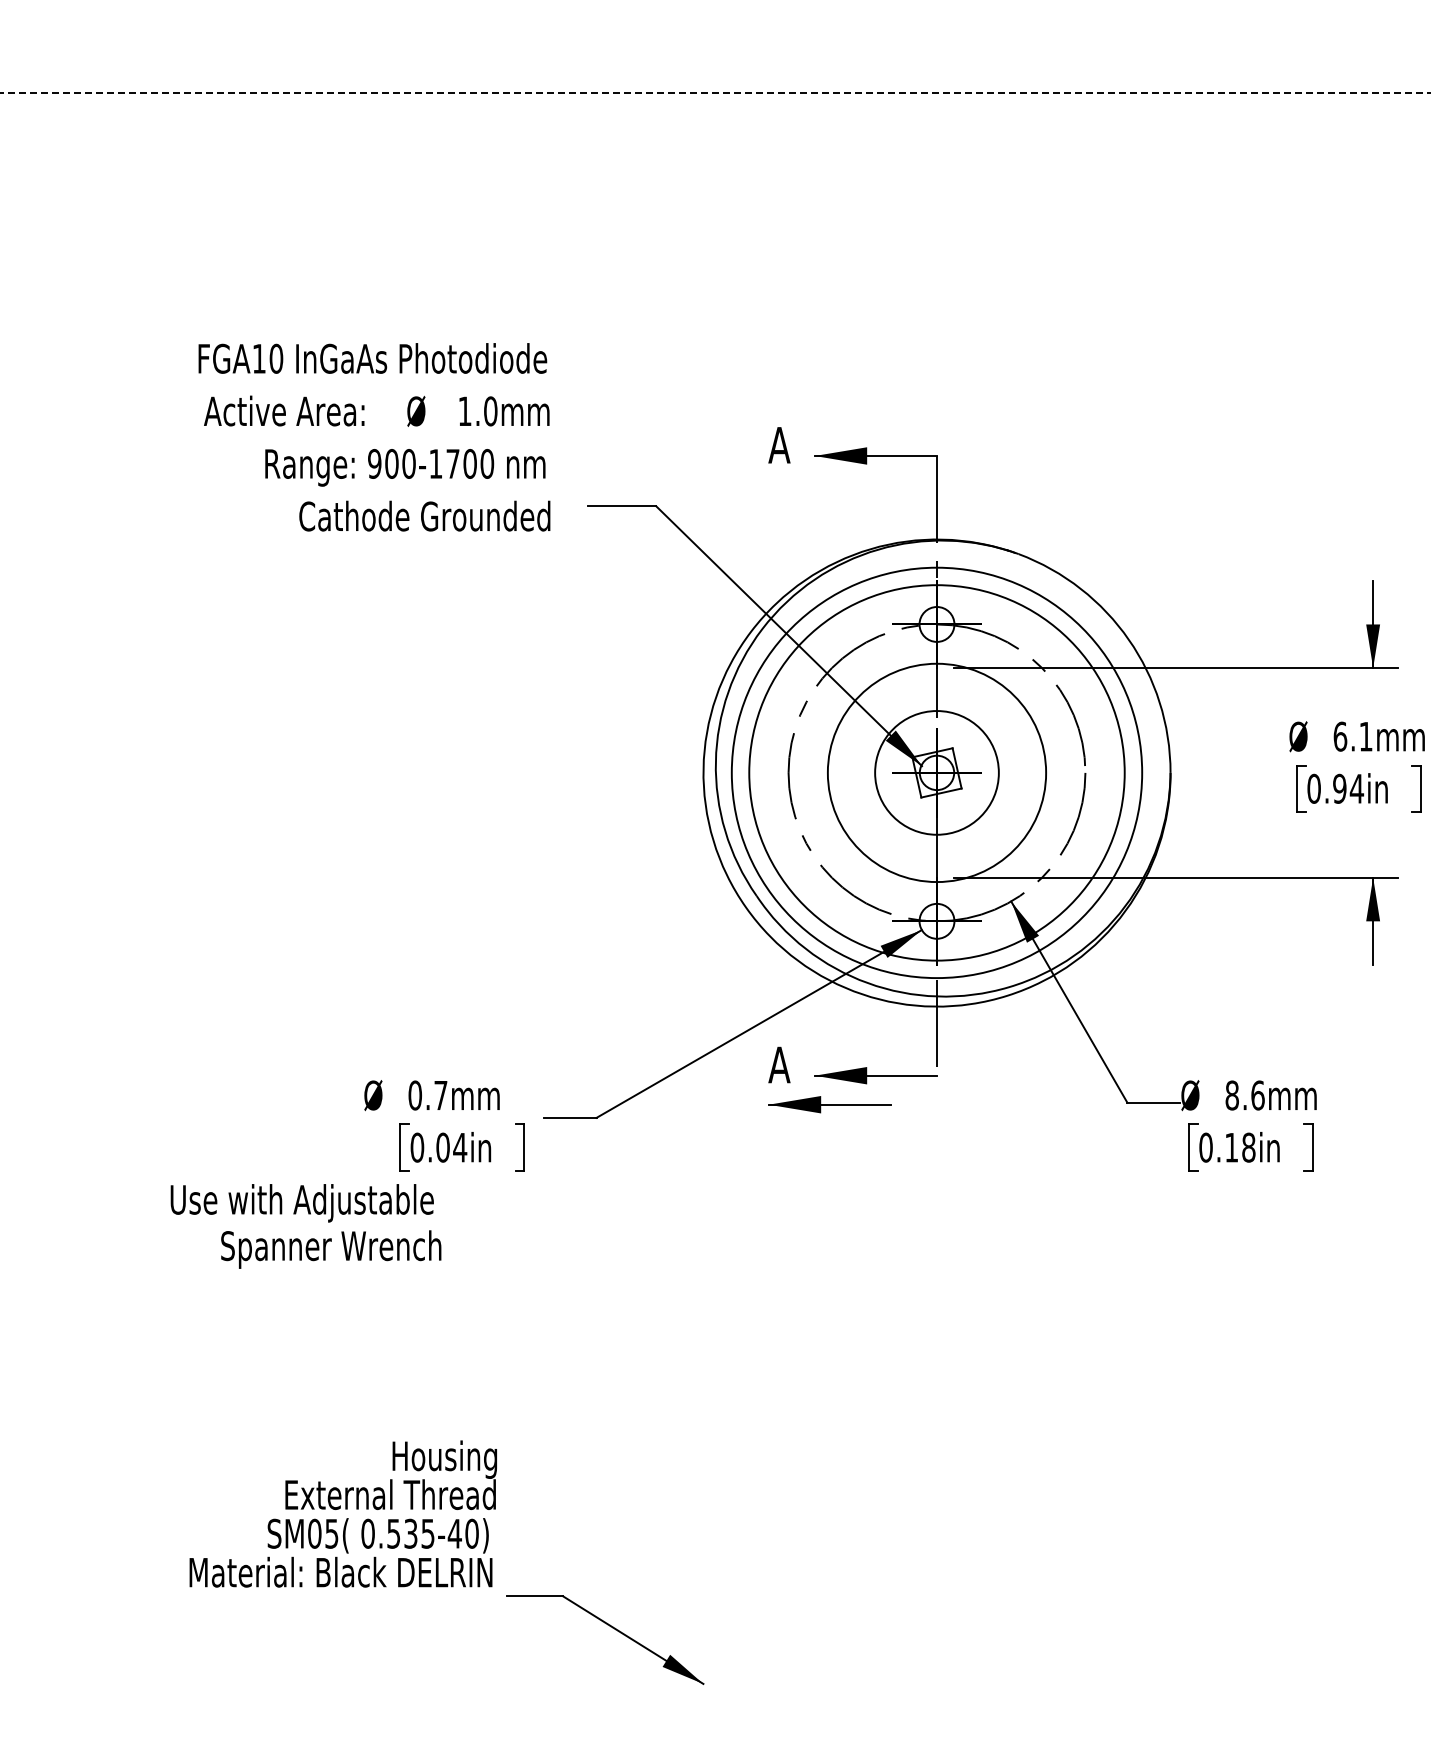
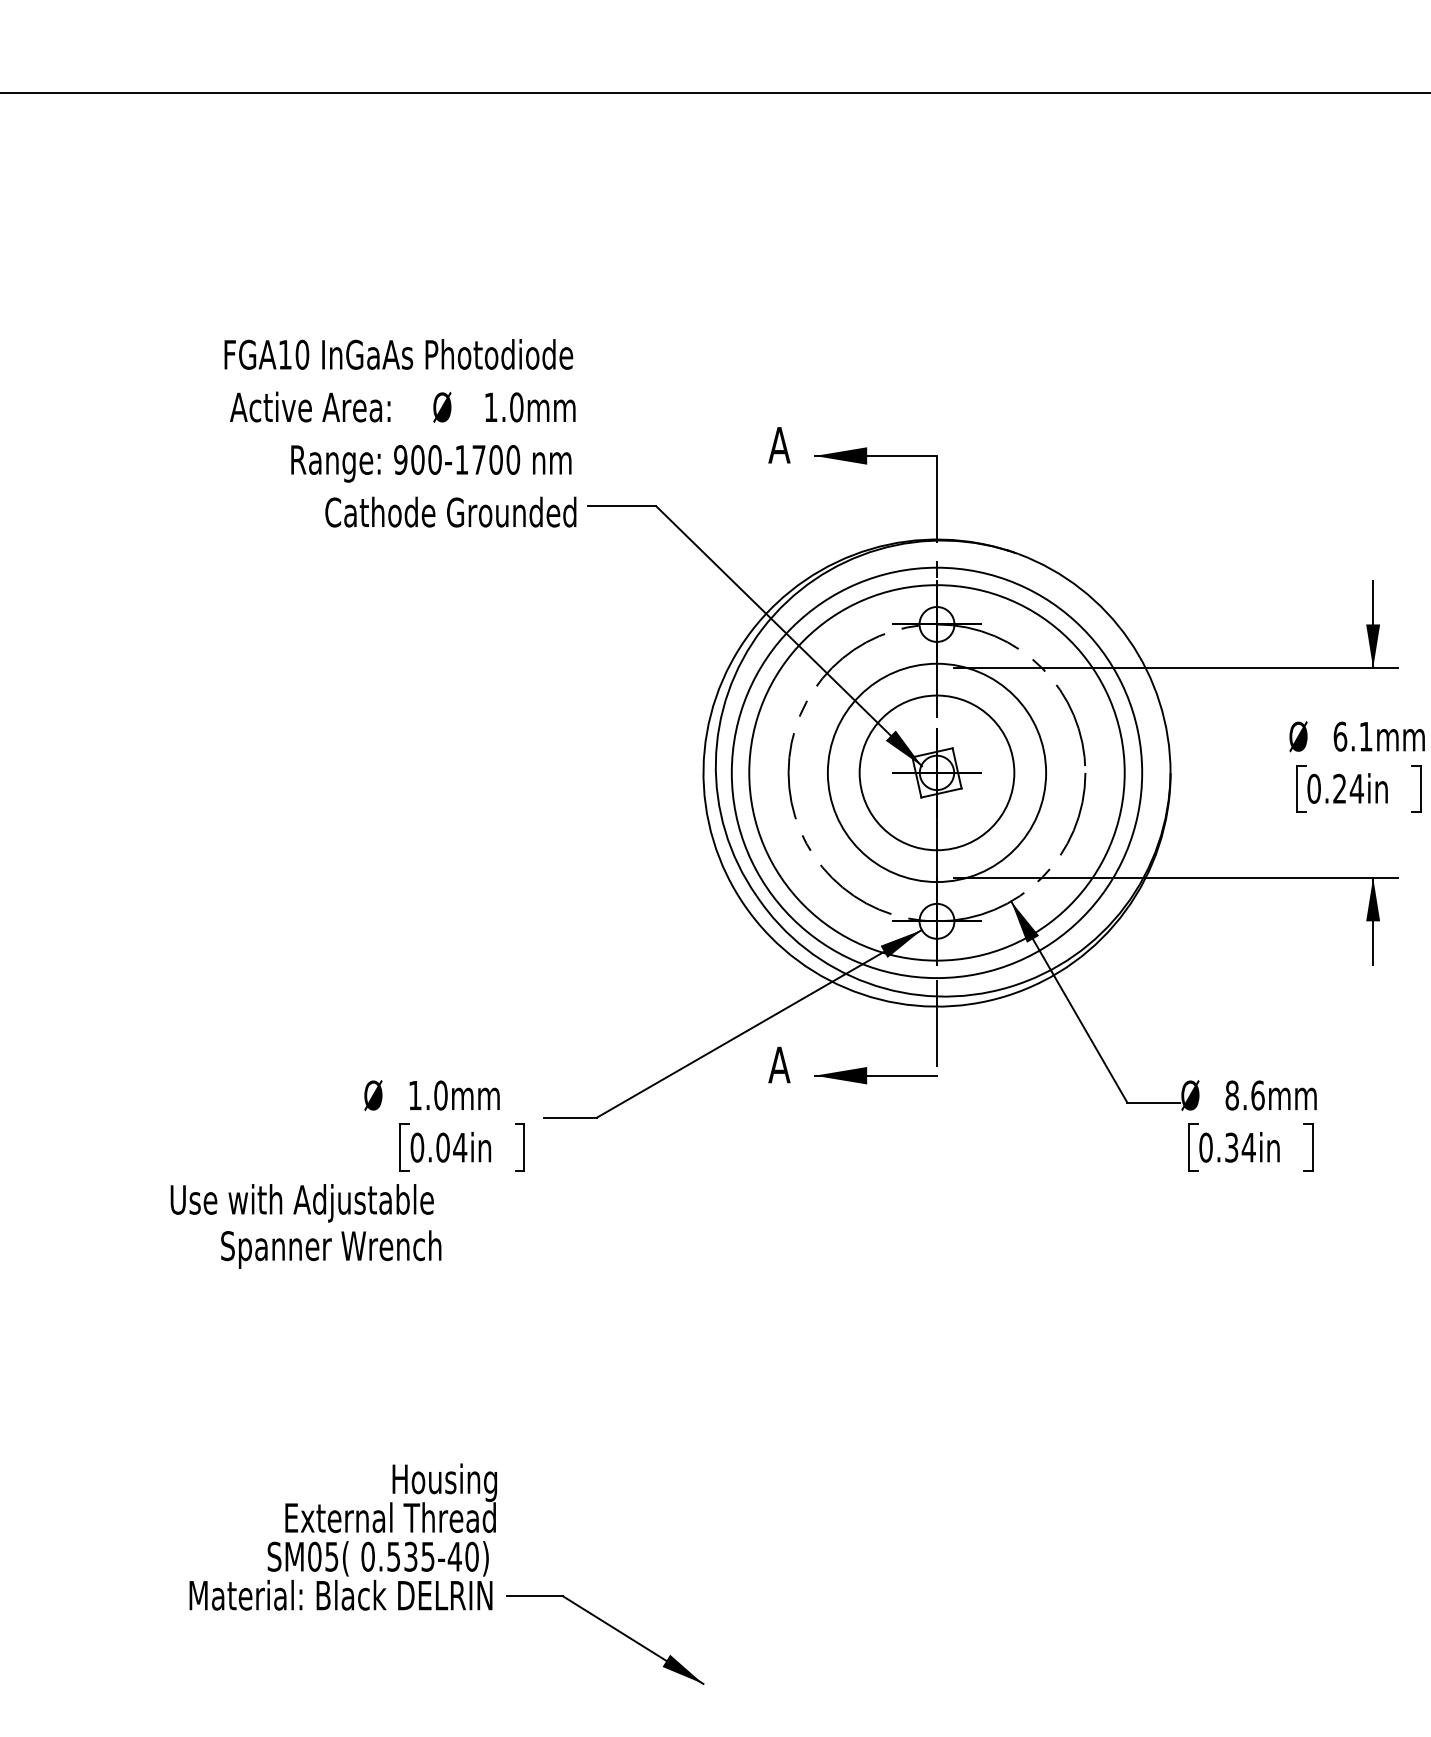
line at (715, 92): dashed -> solid
text at (374, 437) position: (374, 437) -> (400, 433)
circle at (936, 772) diameter: 124 px -> 155 px
text at (1339, 788): 0.94in -> 0.24in
text at (427, 1095): 0.7mm -> 1.0mm
part at (829, 1104): present -> none
text at (1240, 1147): 0.18in -> 0.34in
text at (342, 1513) position: (342, 1513) -> (342, 1536)
